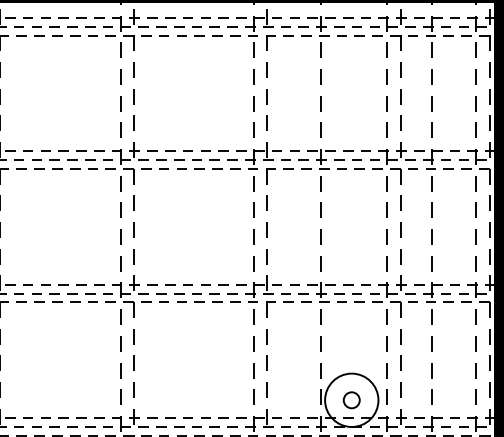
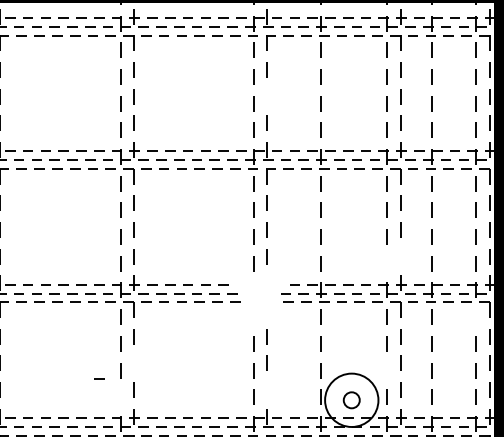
line at (266, 96): present -> none
line at (400, 256): present -> none
line at (386, 263): present -> none
part at (258, 299): present -> none
line at (475, 316): present -> none
line at (133, 362): present -> none
line at (386, 370): present -> none
line at (99, 378): none -> present
line at (266, 389): present -> none
line at (120, 396): present -> none
